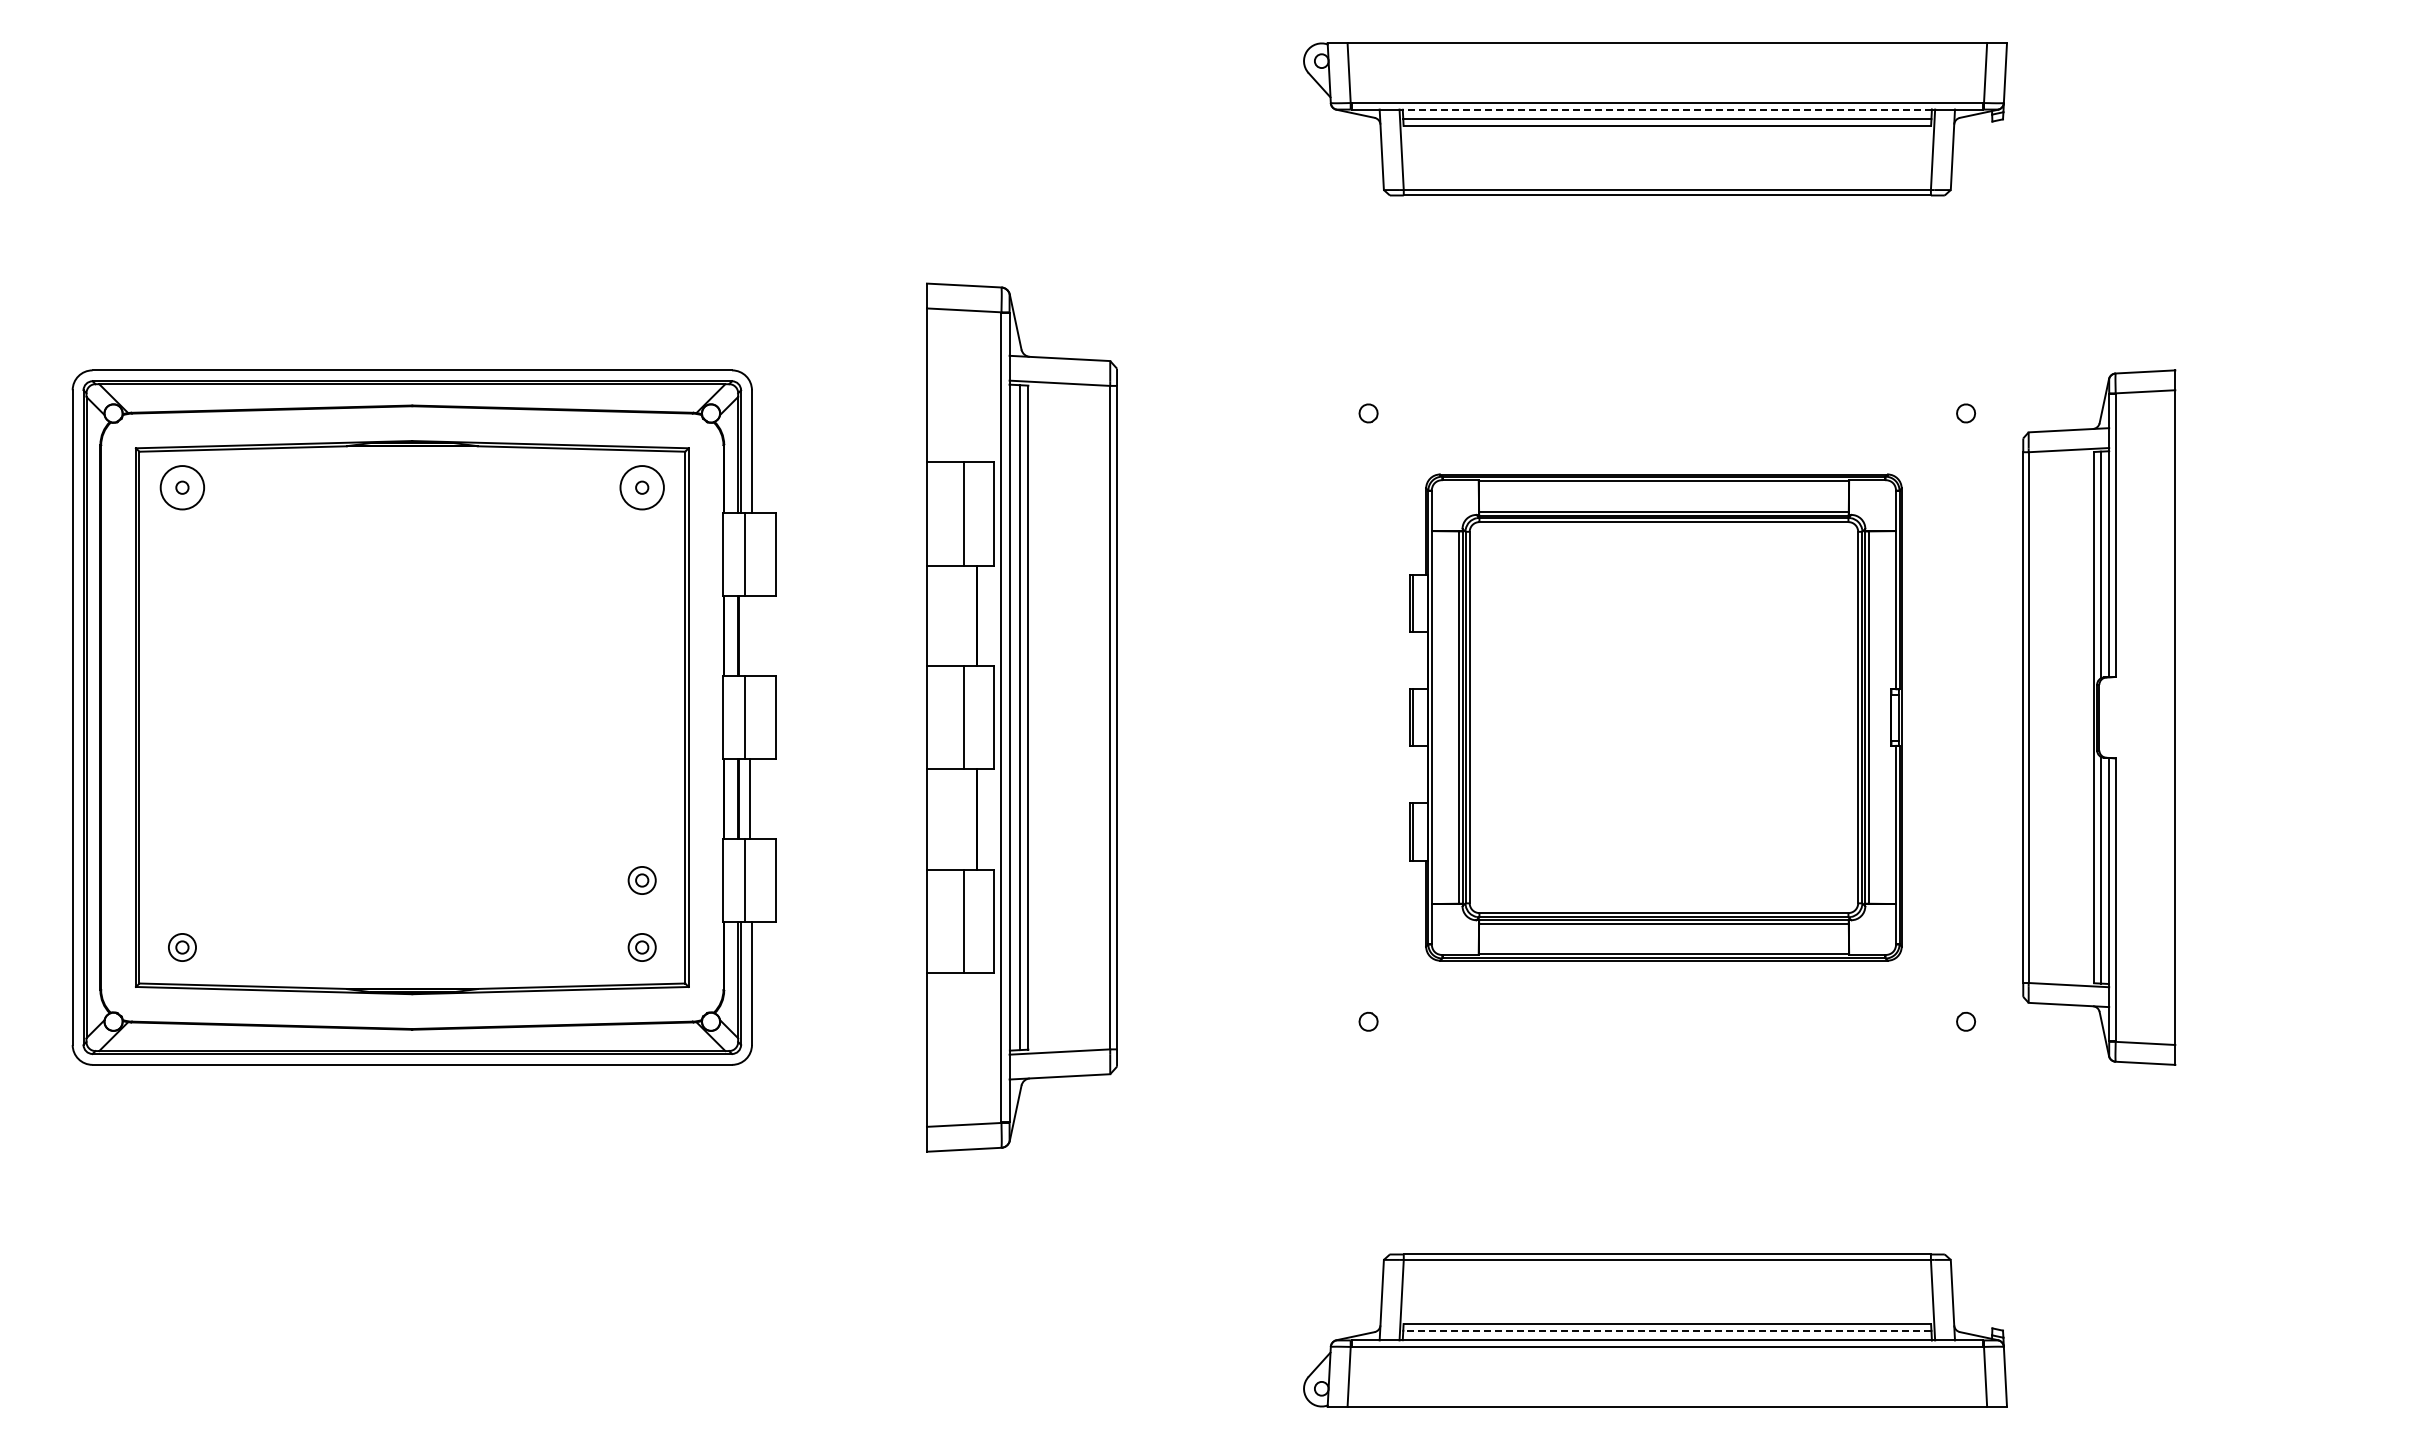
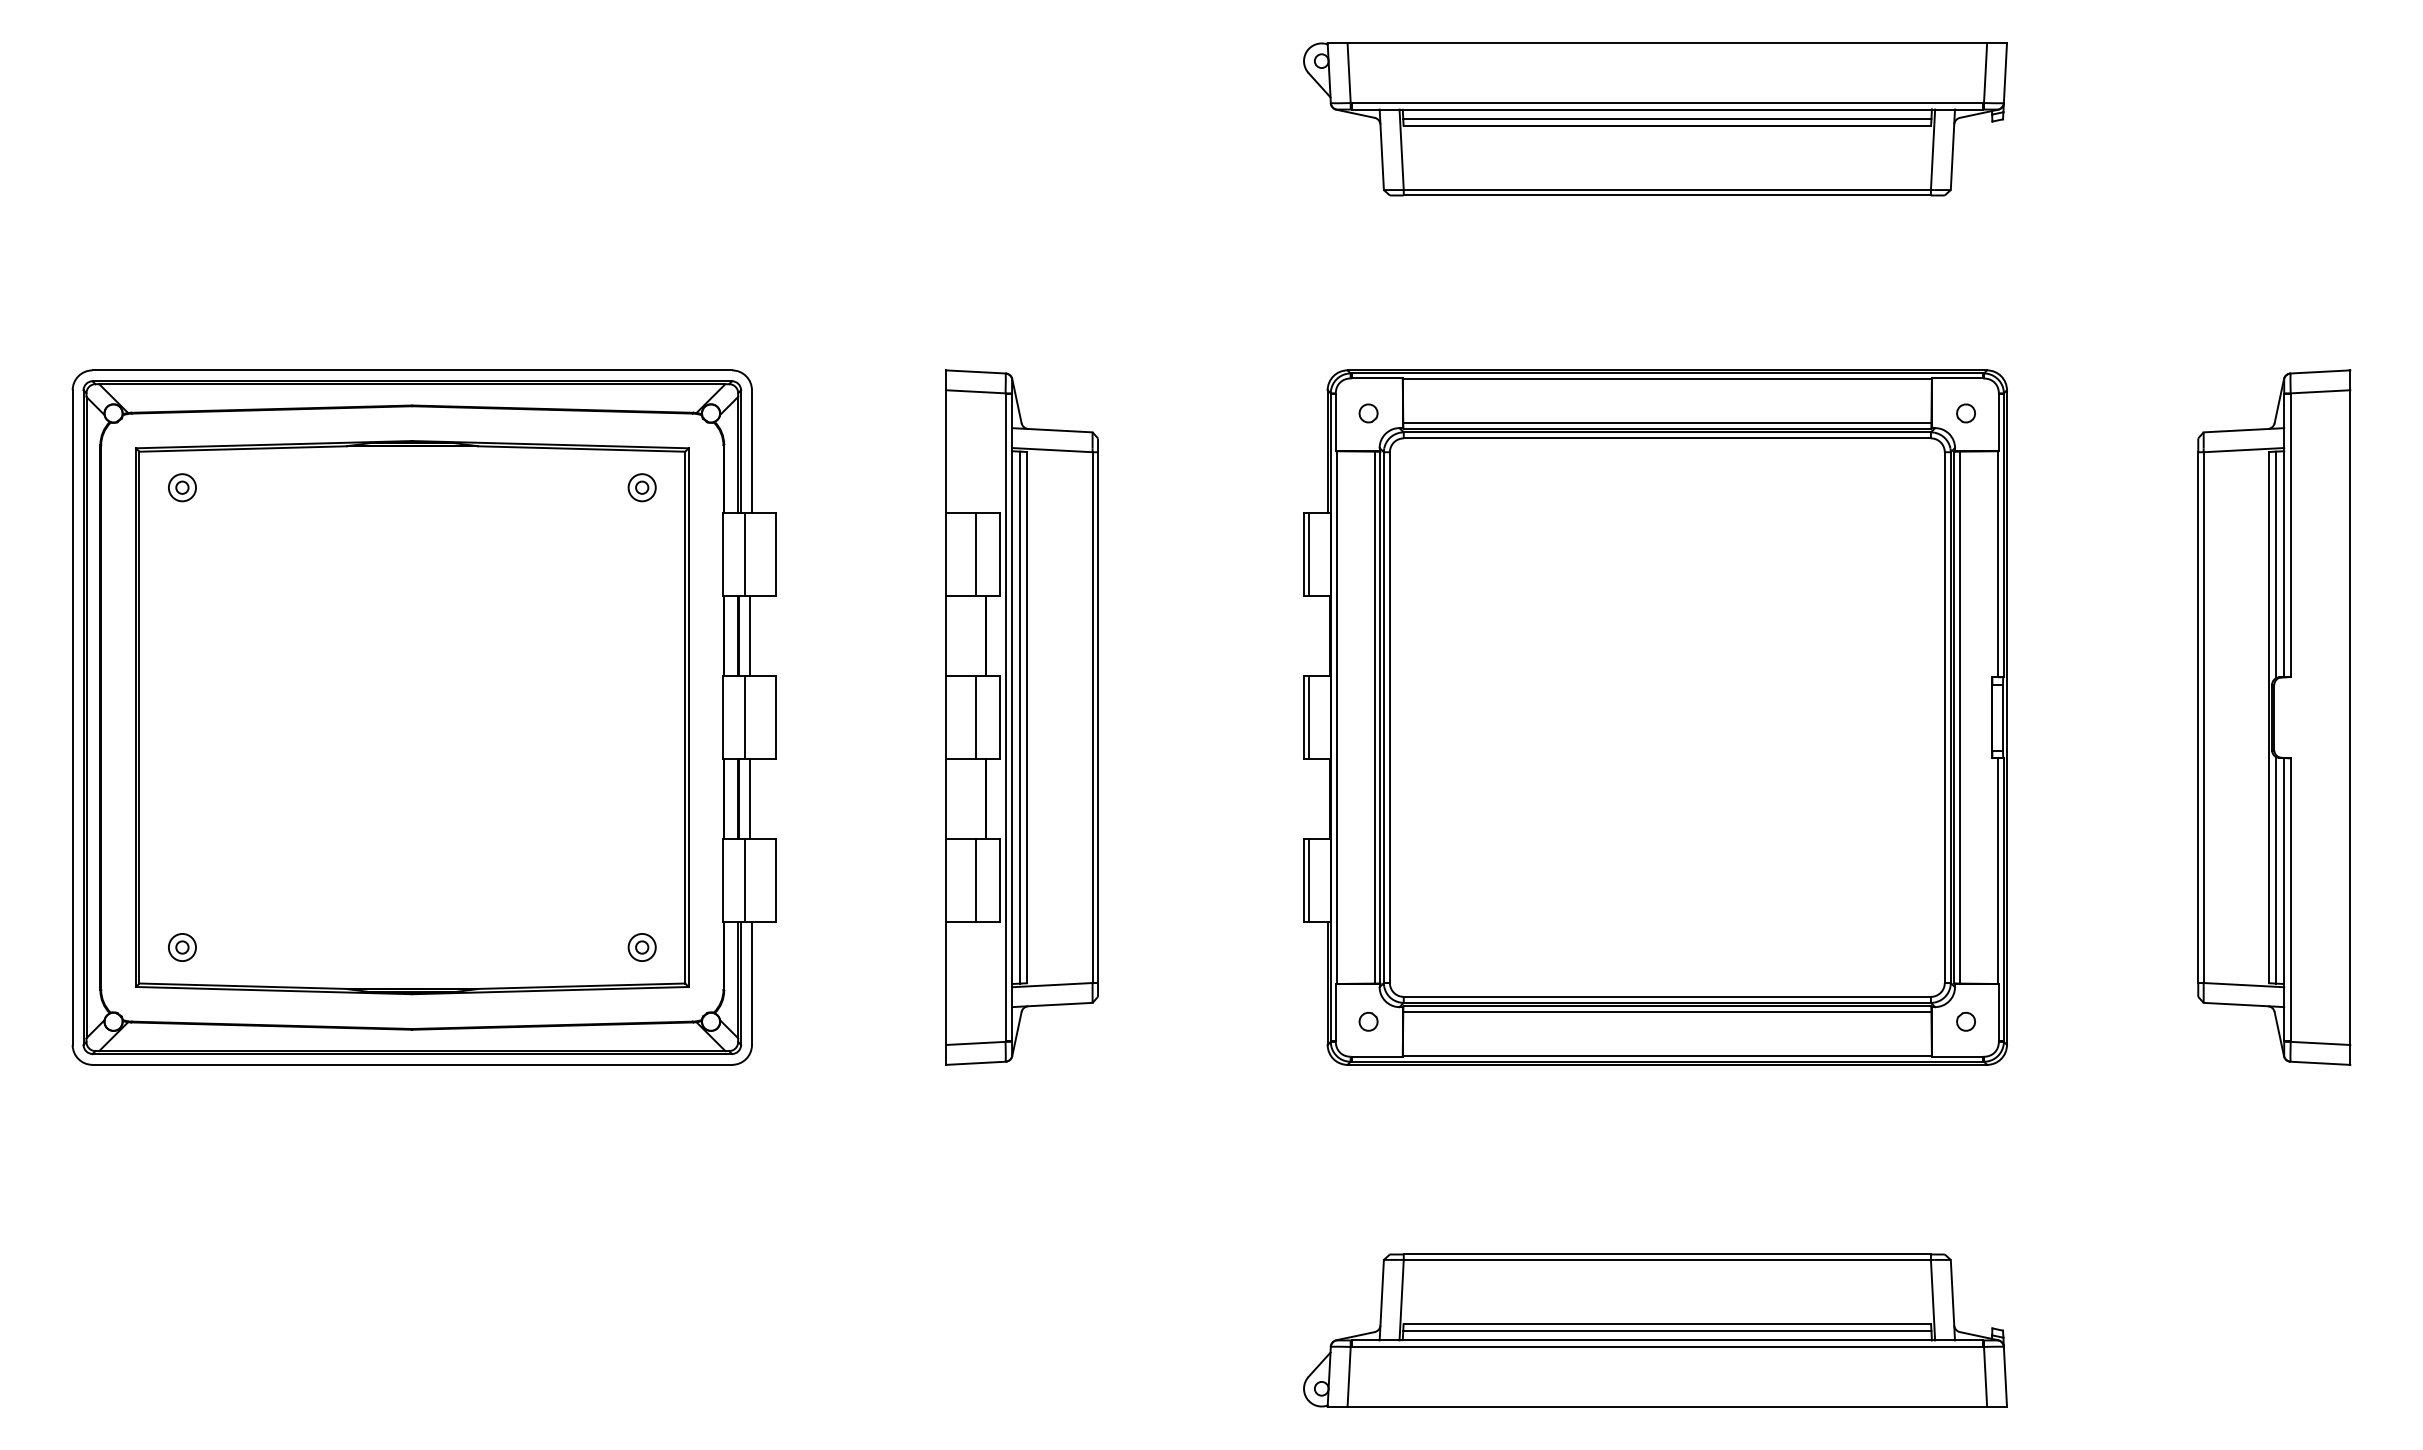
line at (1667, 109): dashed -> solid
circle at (182, 487) diameter: 43 px -> 27 px
circle at (641, 487) diameter: 43 px -> 27 px
line at (749, 636): none -> present
part at (1021, 717) size: 192x871 px -> 154x697 px
part at (1655, 717) size: 494x489 px -> 706x697 px
part at (2099, 717) position: (2099, 717) -> (2274, 717)
part at (641, 880): present -> none
line at (1666, 1330): dashed -> solid
